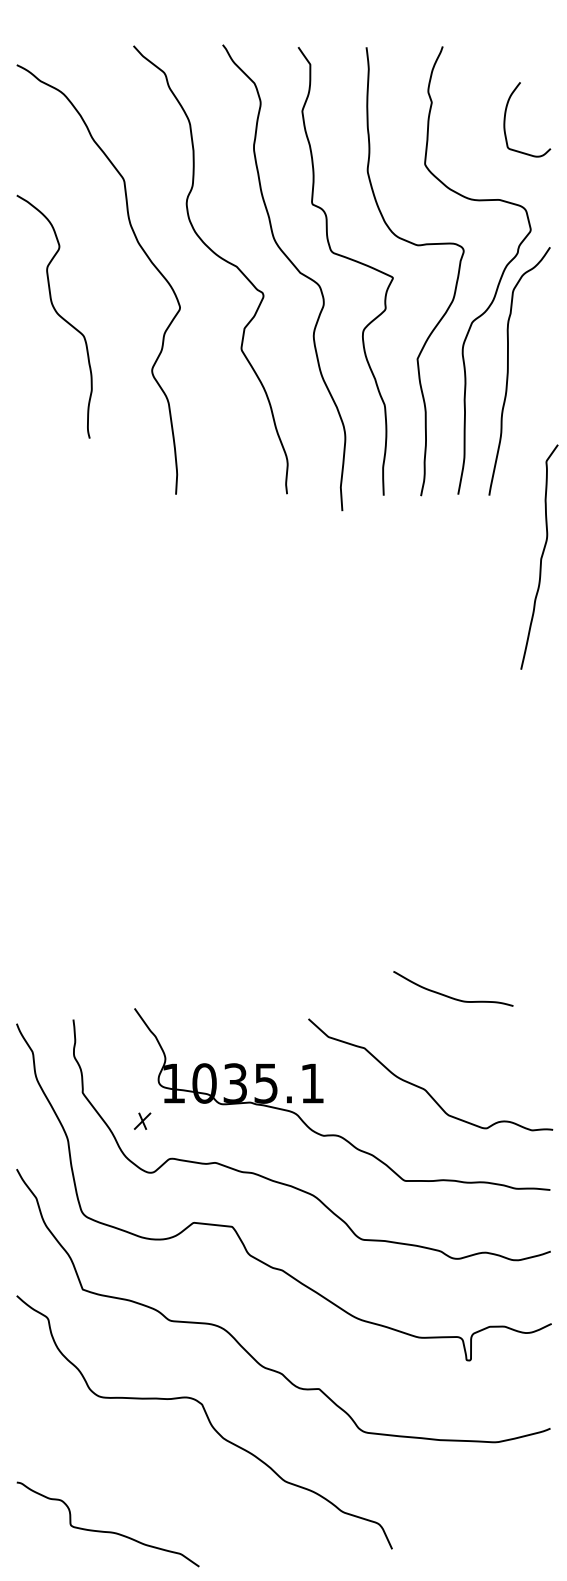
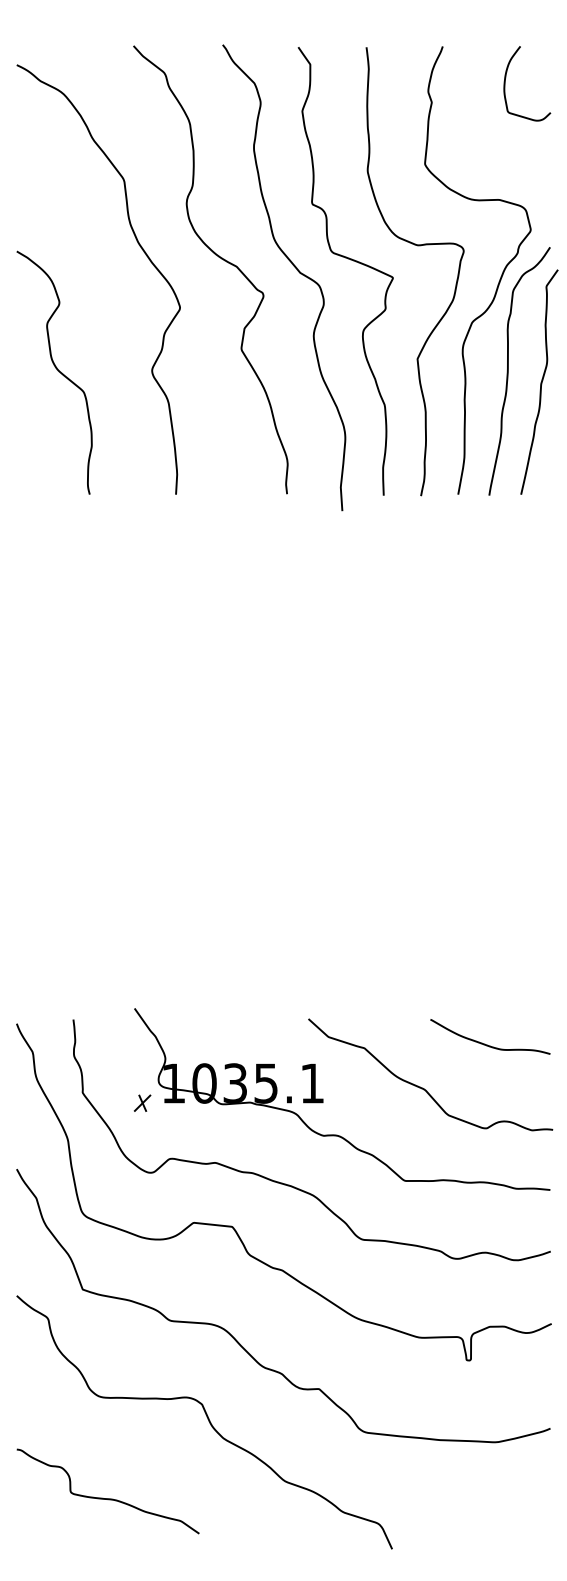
curve at (506, 113) position: (506, 113) -> (506, 77)
curve at (56, 313) position: (56, 313) -> (56, 369)
curve at (540, 557) position: (540, 557) -> (540, 382)
curve at (450, 996) position: (450, 996) -> (487, 1044)
part at (142, 1120) position: (142, 1120) -> (142, 1102)
curve at (107, 1531) position: (107, 1531) -> (107, 1498)
